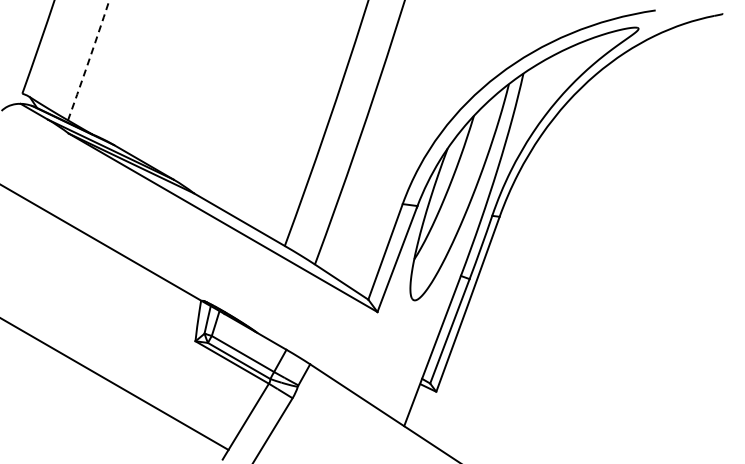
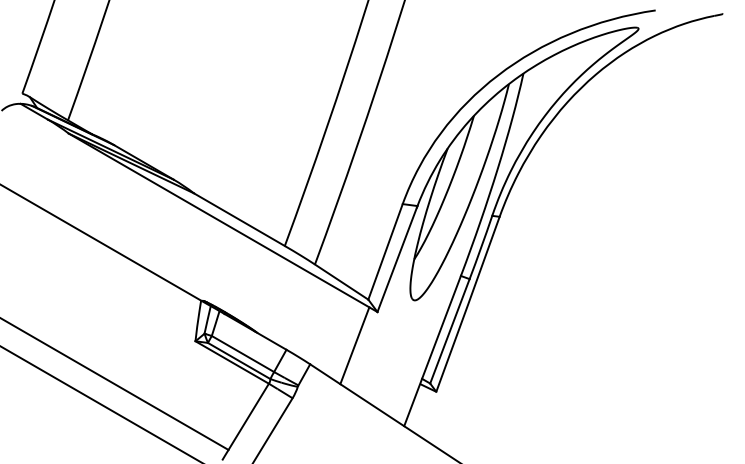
arc at (89, 60): dashed -> solid
line at (354, 345): none -> present
line at (100, 403): none -> present
